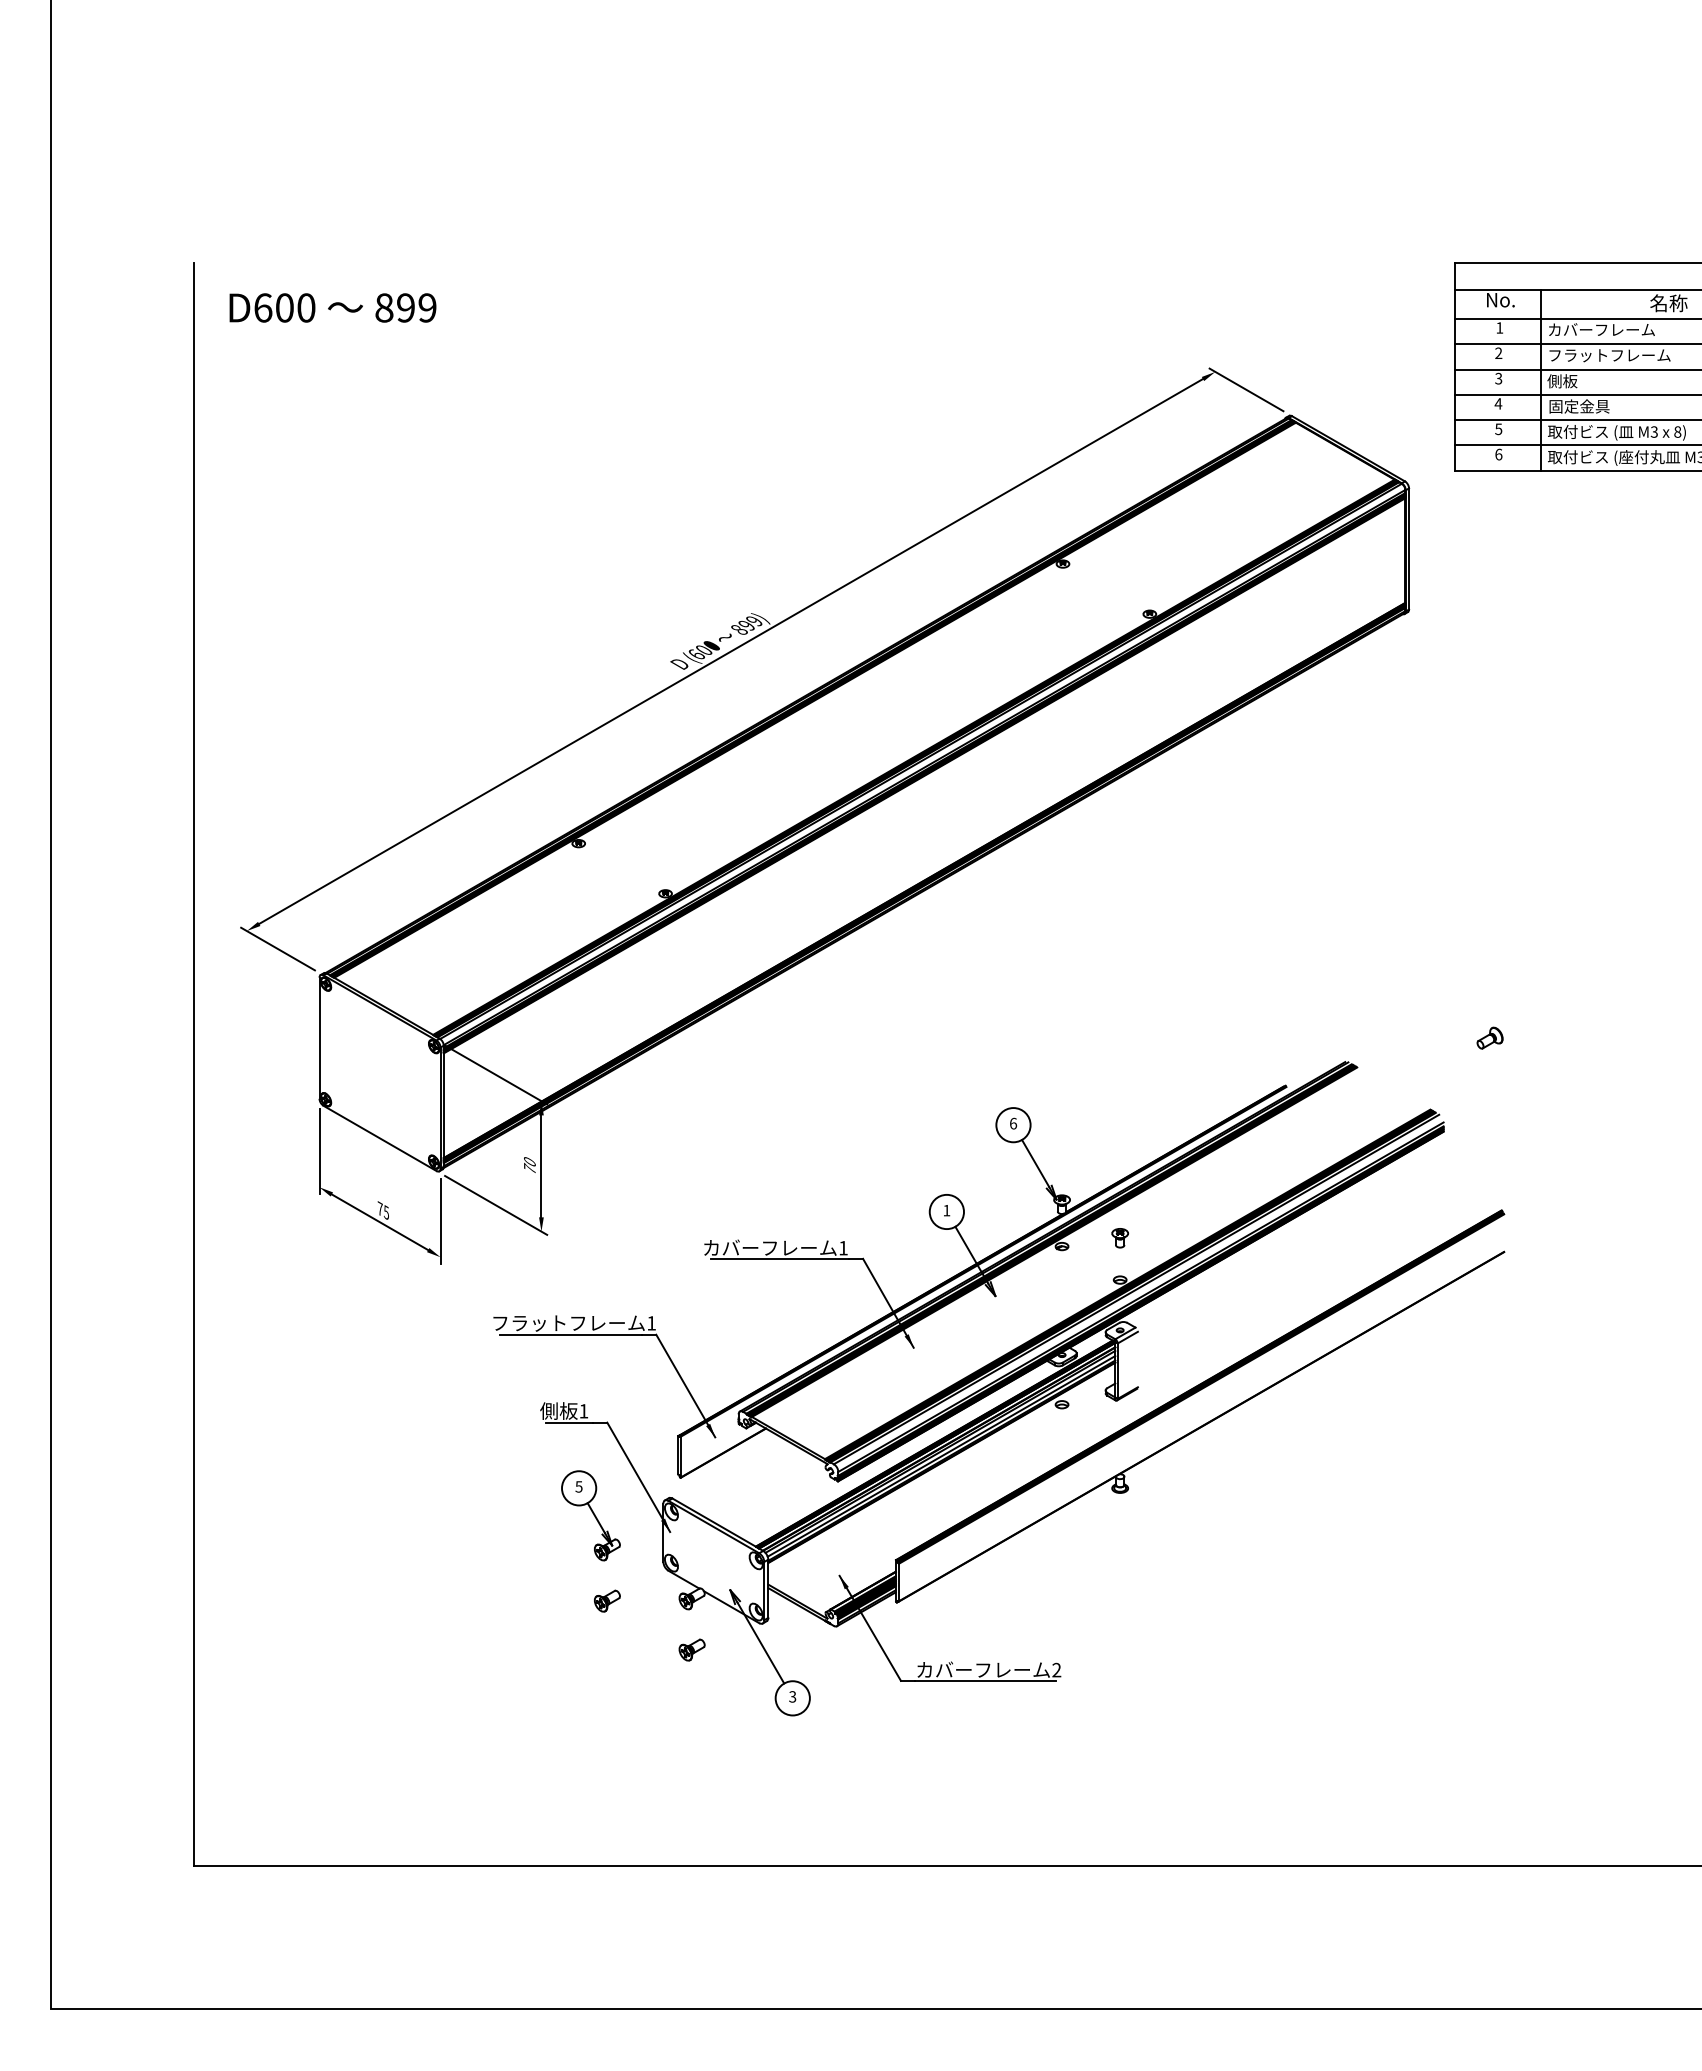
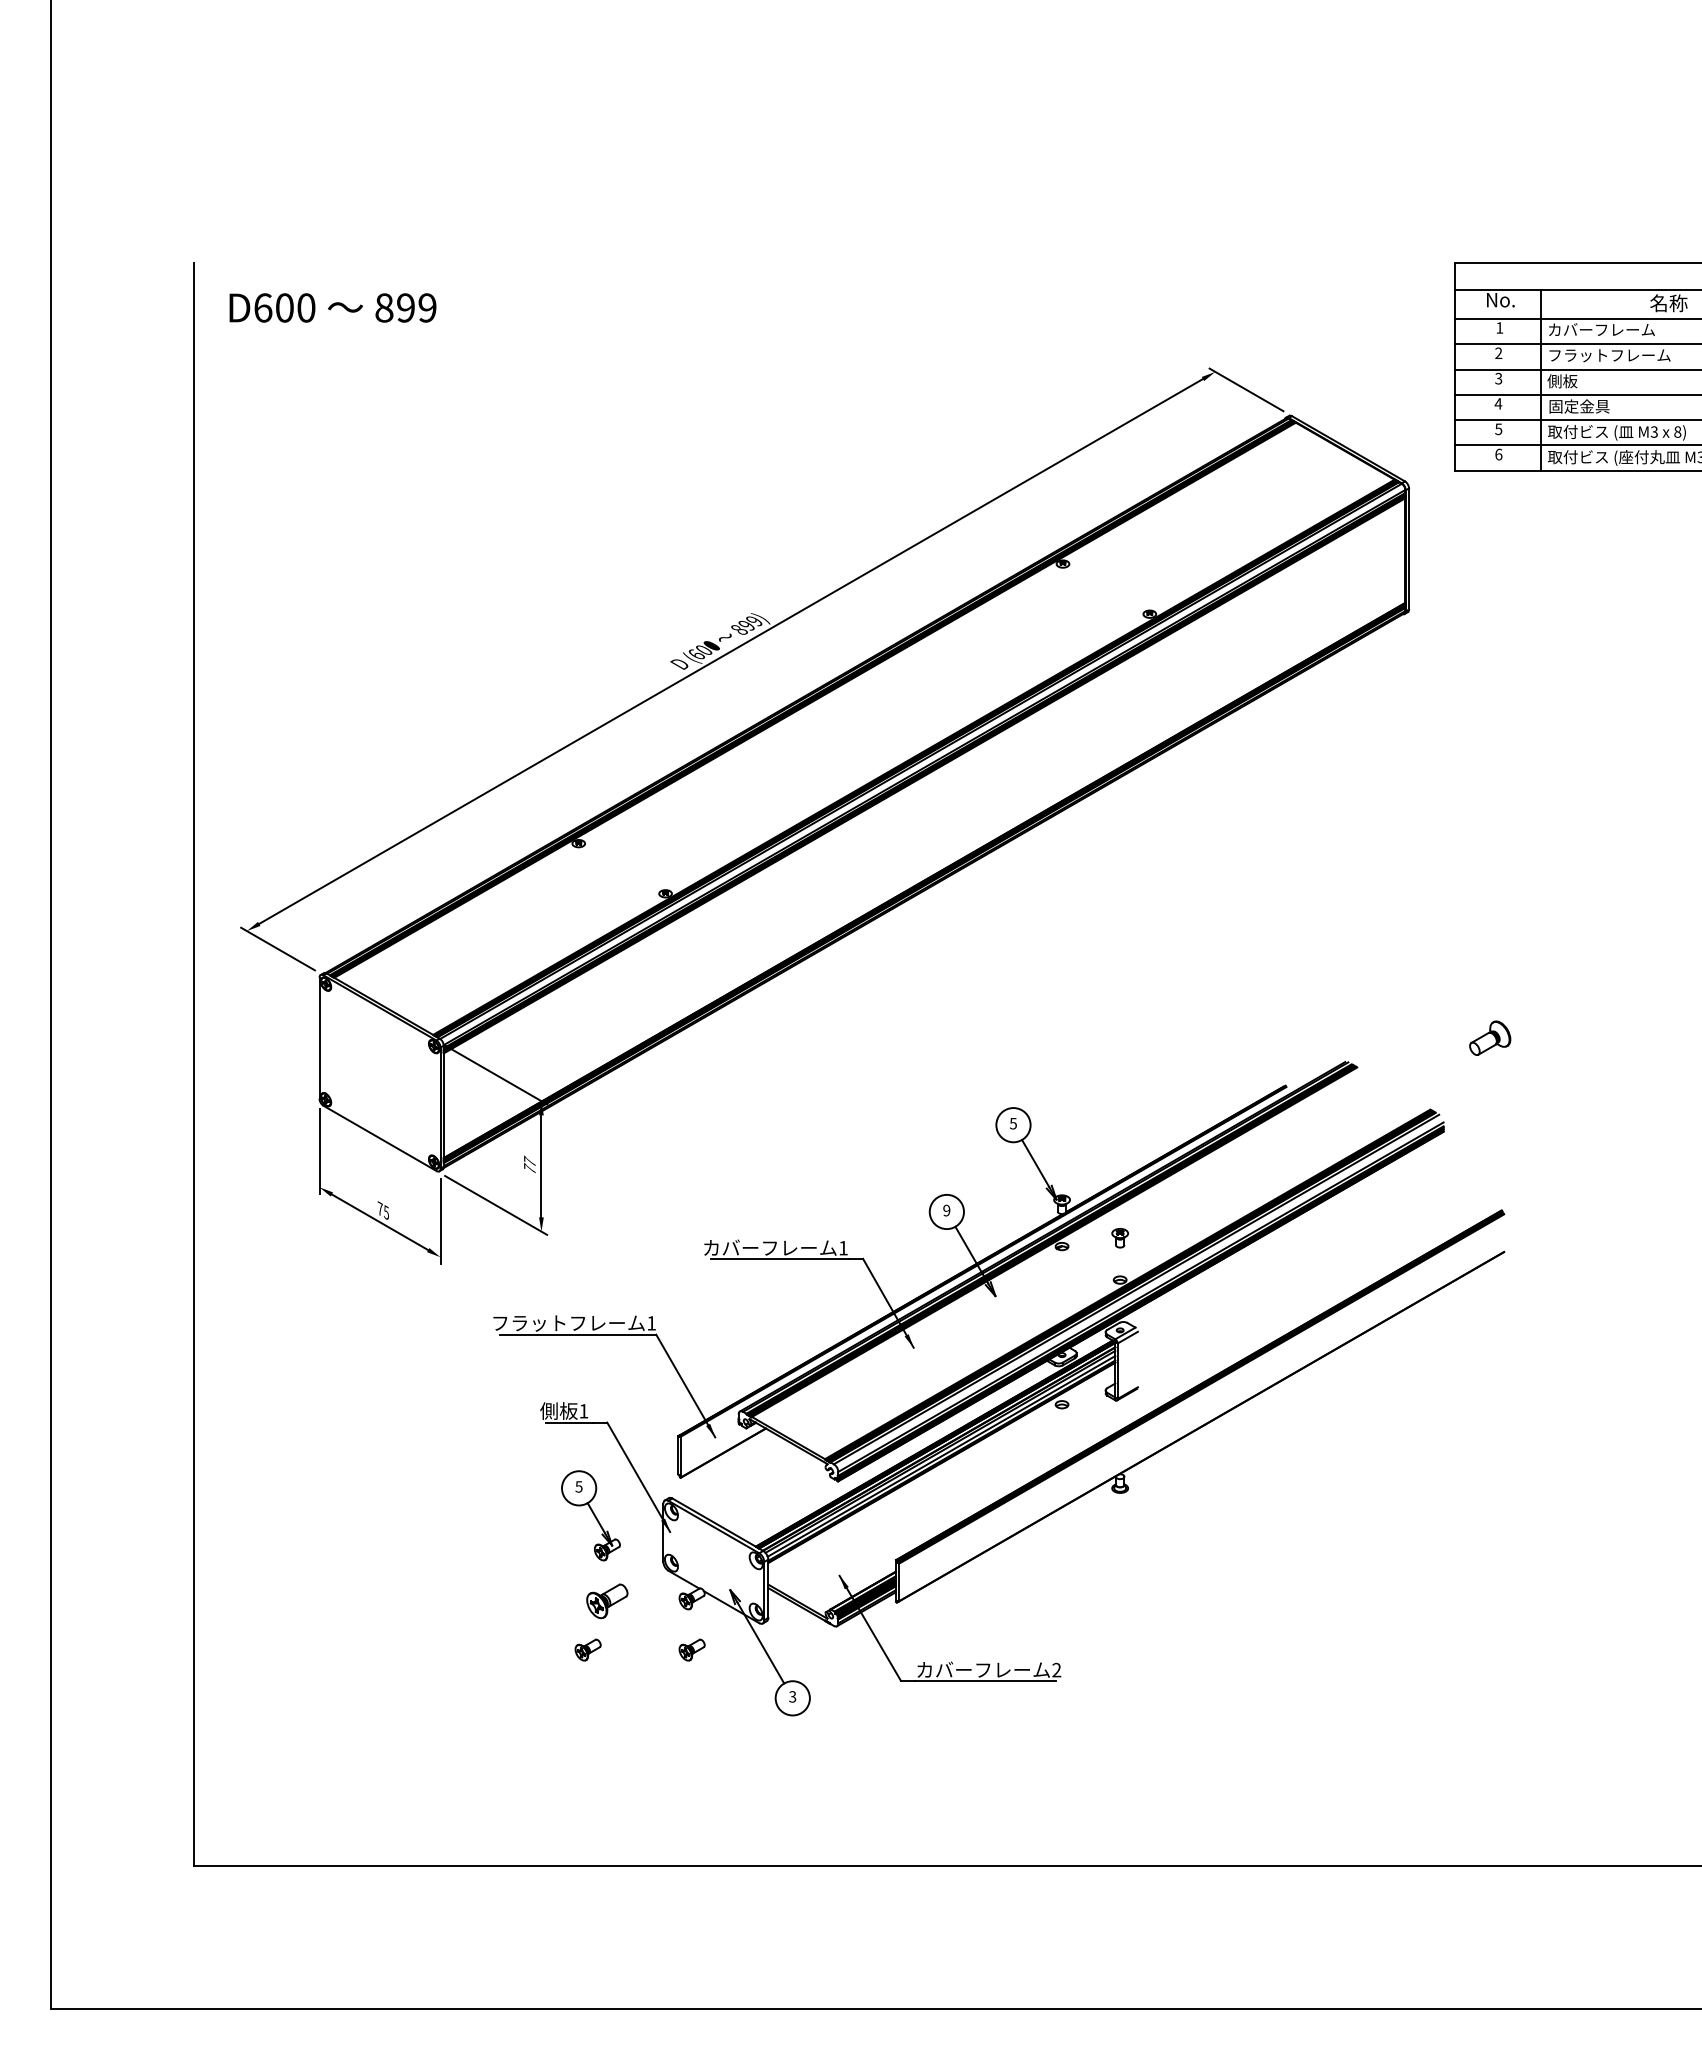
part at (1489, 1037) size: 28x24 px -> 43x36 px
text at (1013, 1123): 6 -> 5
text at (529, 1160): 70 -> 77
text at (946, 1210): 1 -> 9
part at (607, 1600) size: 27x24 px -> 43x37 px
part at (587, 1649): none -> present
